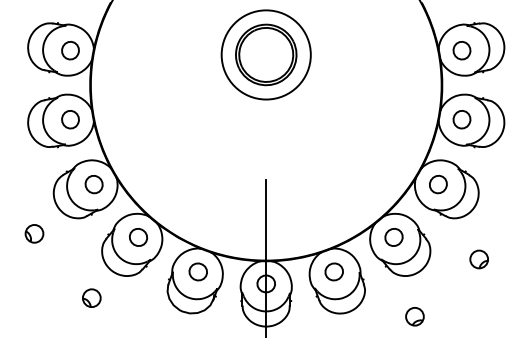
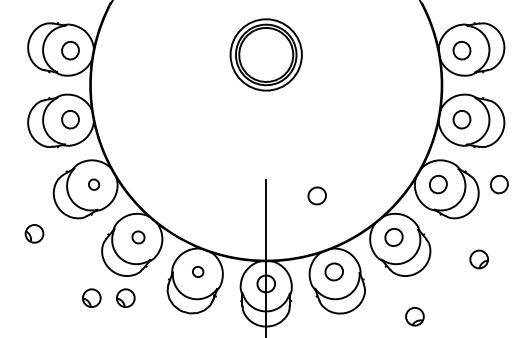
circle at (265, 54) diameter: 89 px -> 71 px
part at (93, 184) size: 20x20 px -> 13x13 px
part at (499, 184): none -> present
part at (316, 195): none -> present
part at (138, 237) size: 21x19 px -> 15x15 px
part at (197, 271) size: 20x20 px -> 13x12 px
part at (125, 297): none -> present
